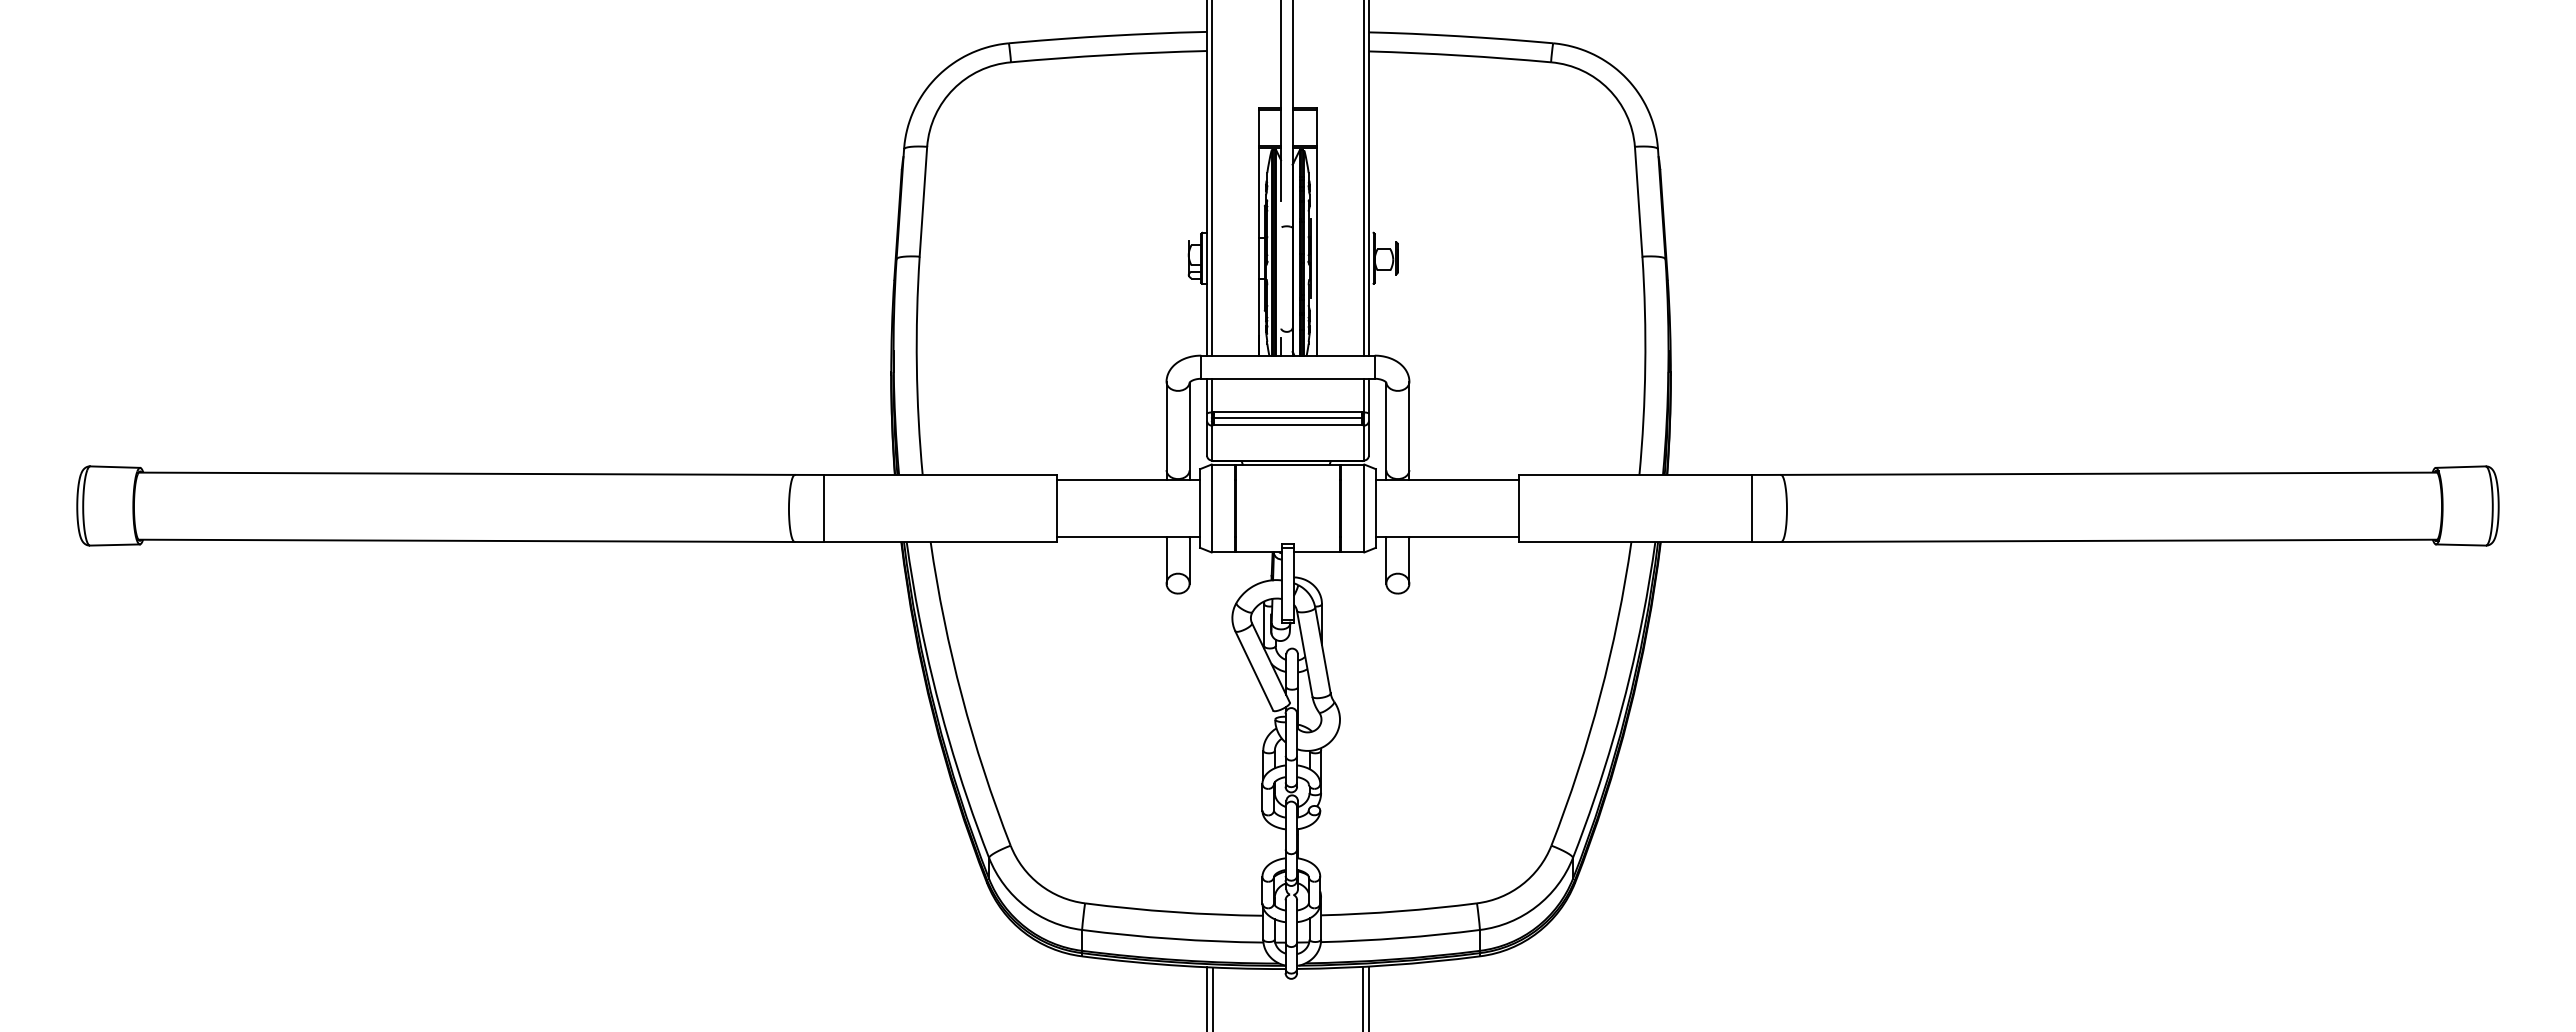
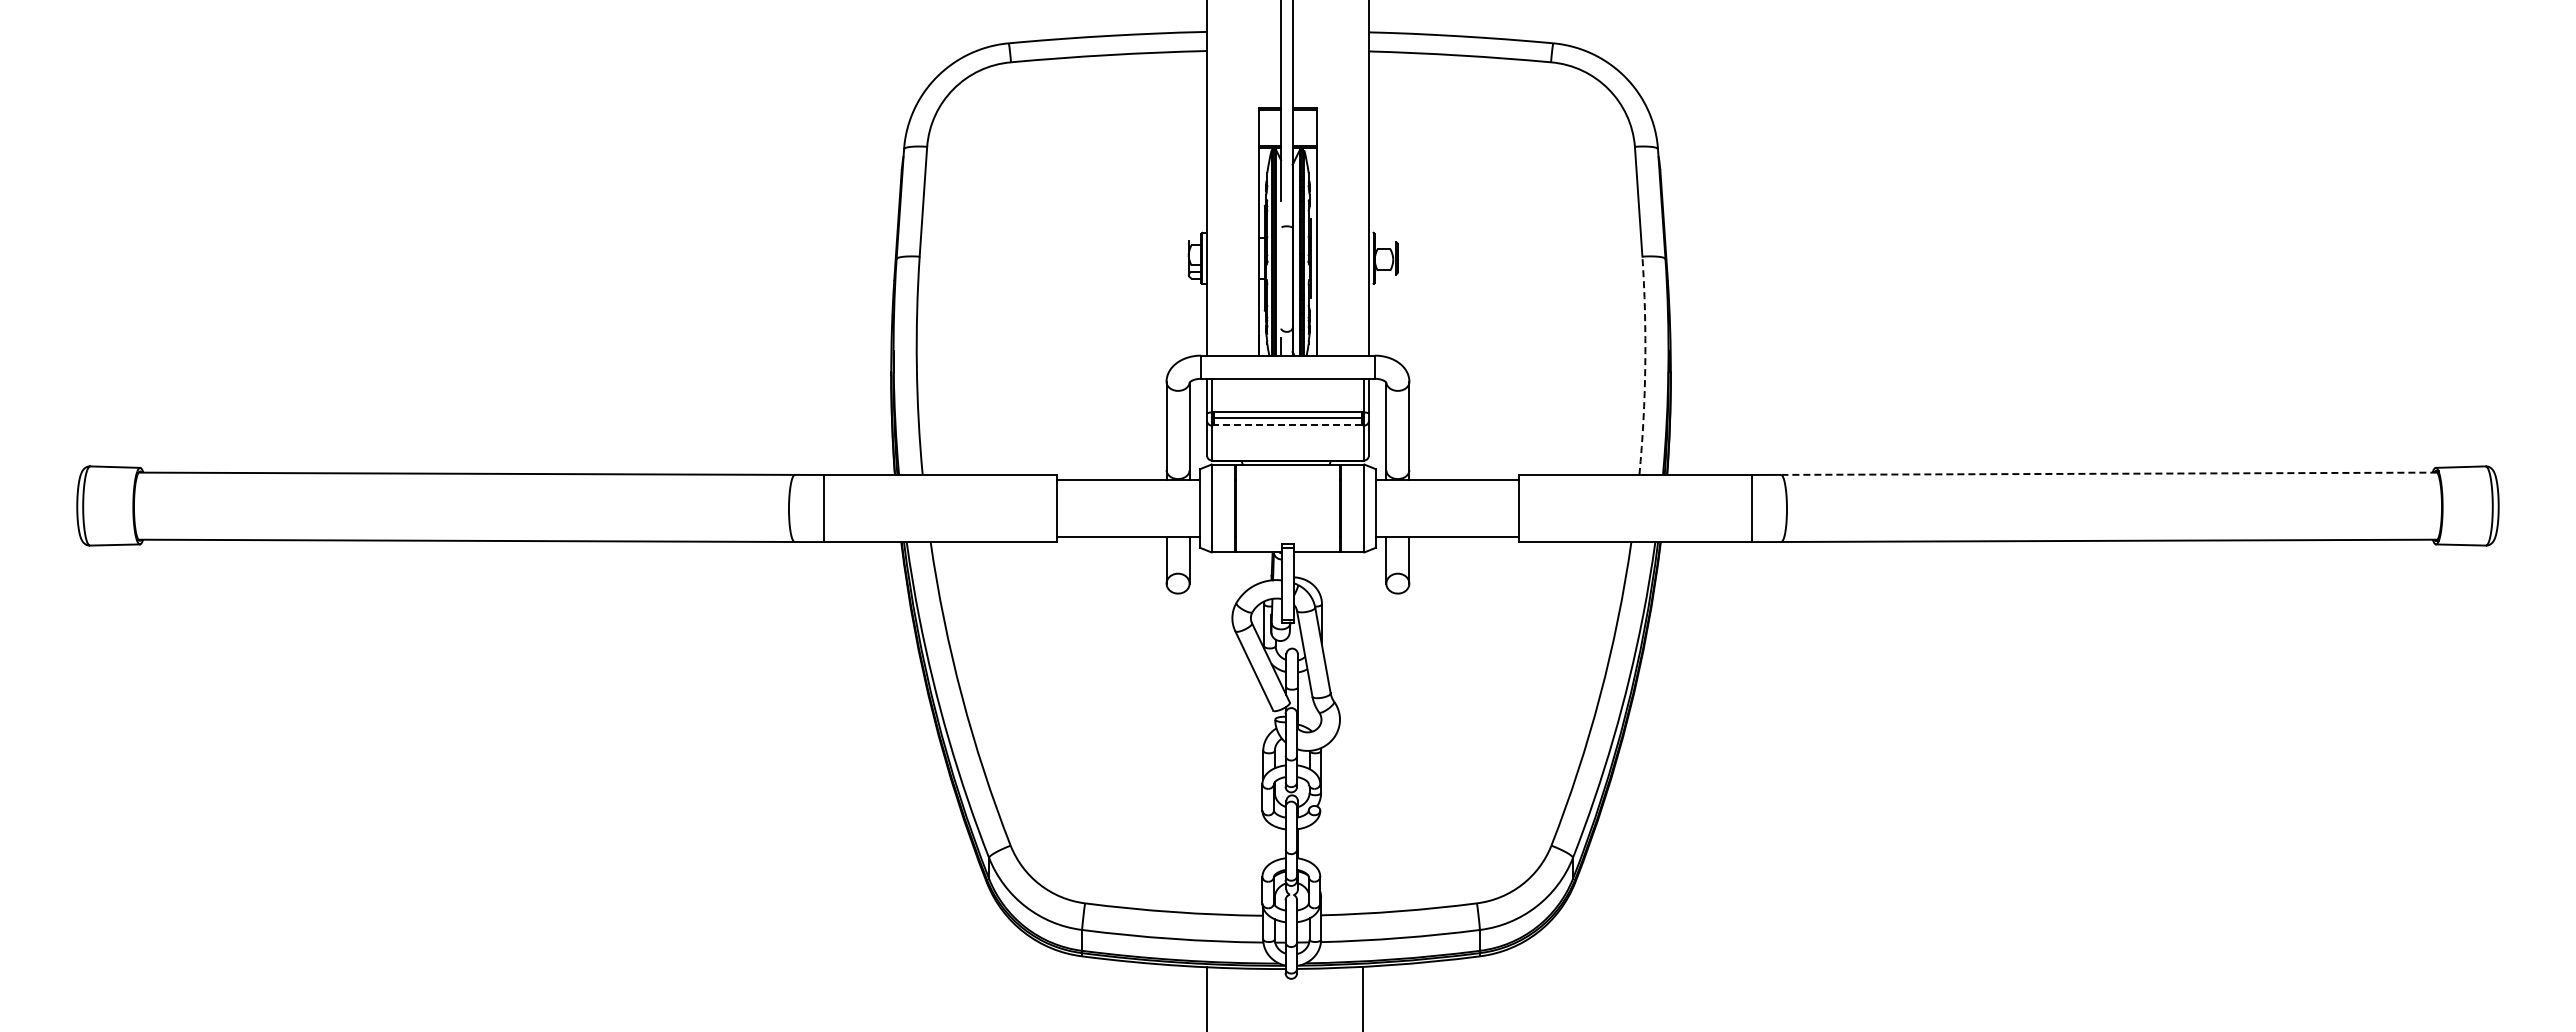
line at (1211, 178): present -> none
line at (1364, 178): present -> none
arc at (1645, 365): solid -> dashed
line at (1287, 425): solid -> dashed
line at (2108, 473): solid -> dashed
line at (1212, 997): present -> none
line at (1368, 997): present -> none
